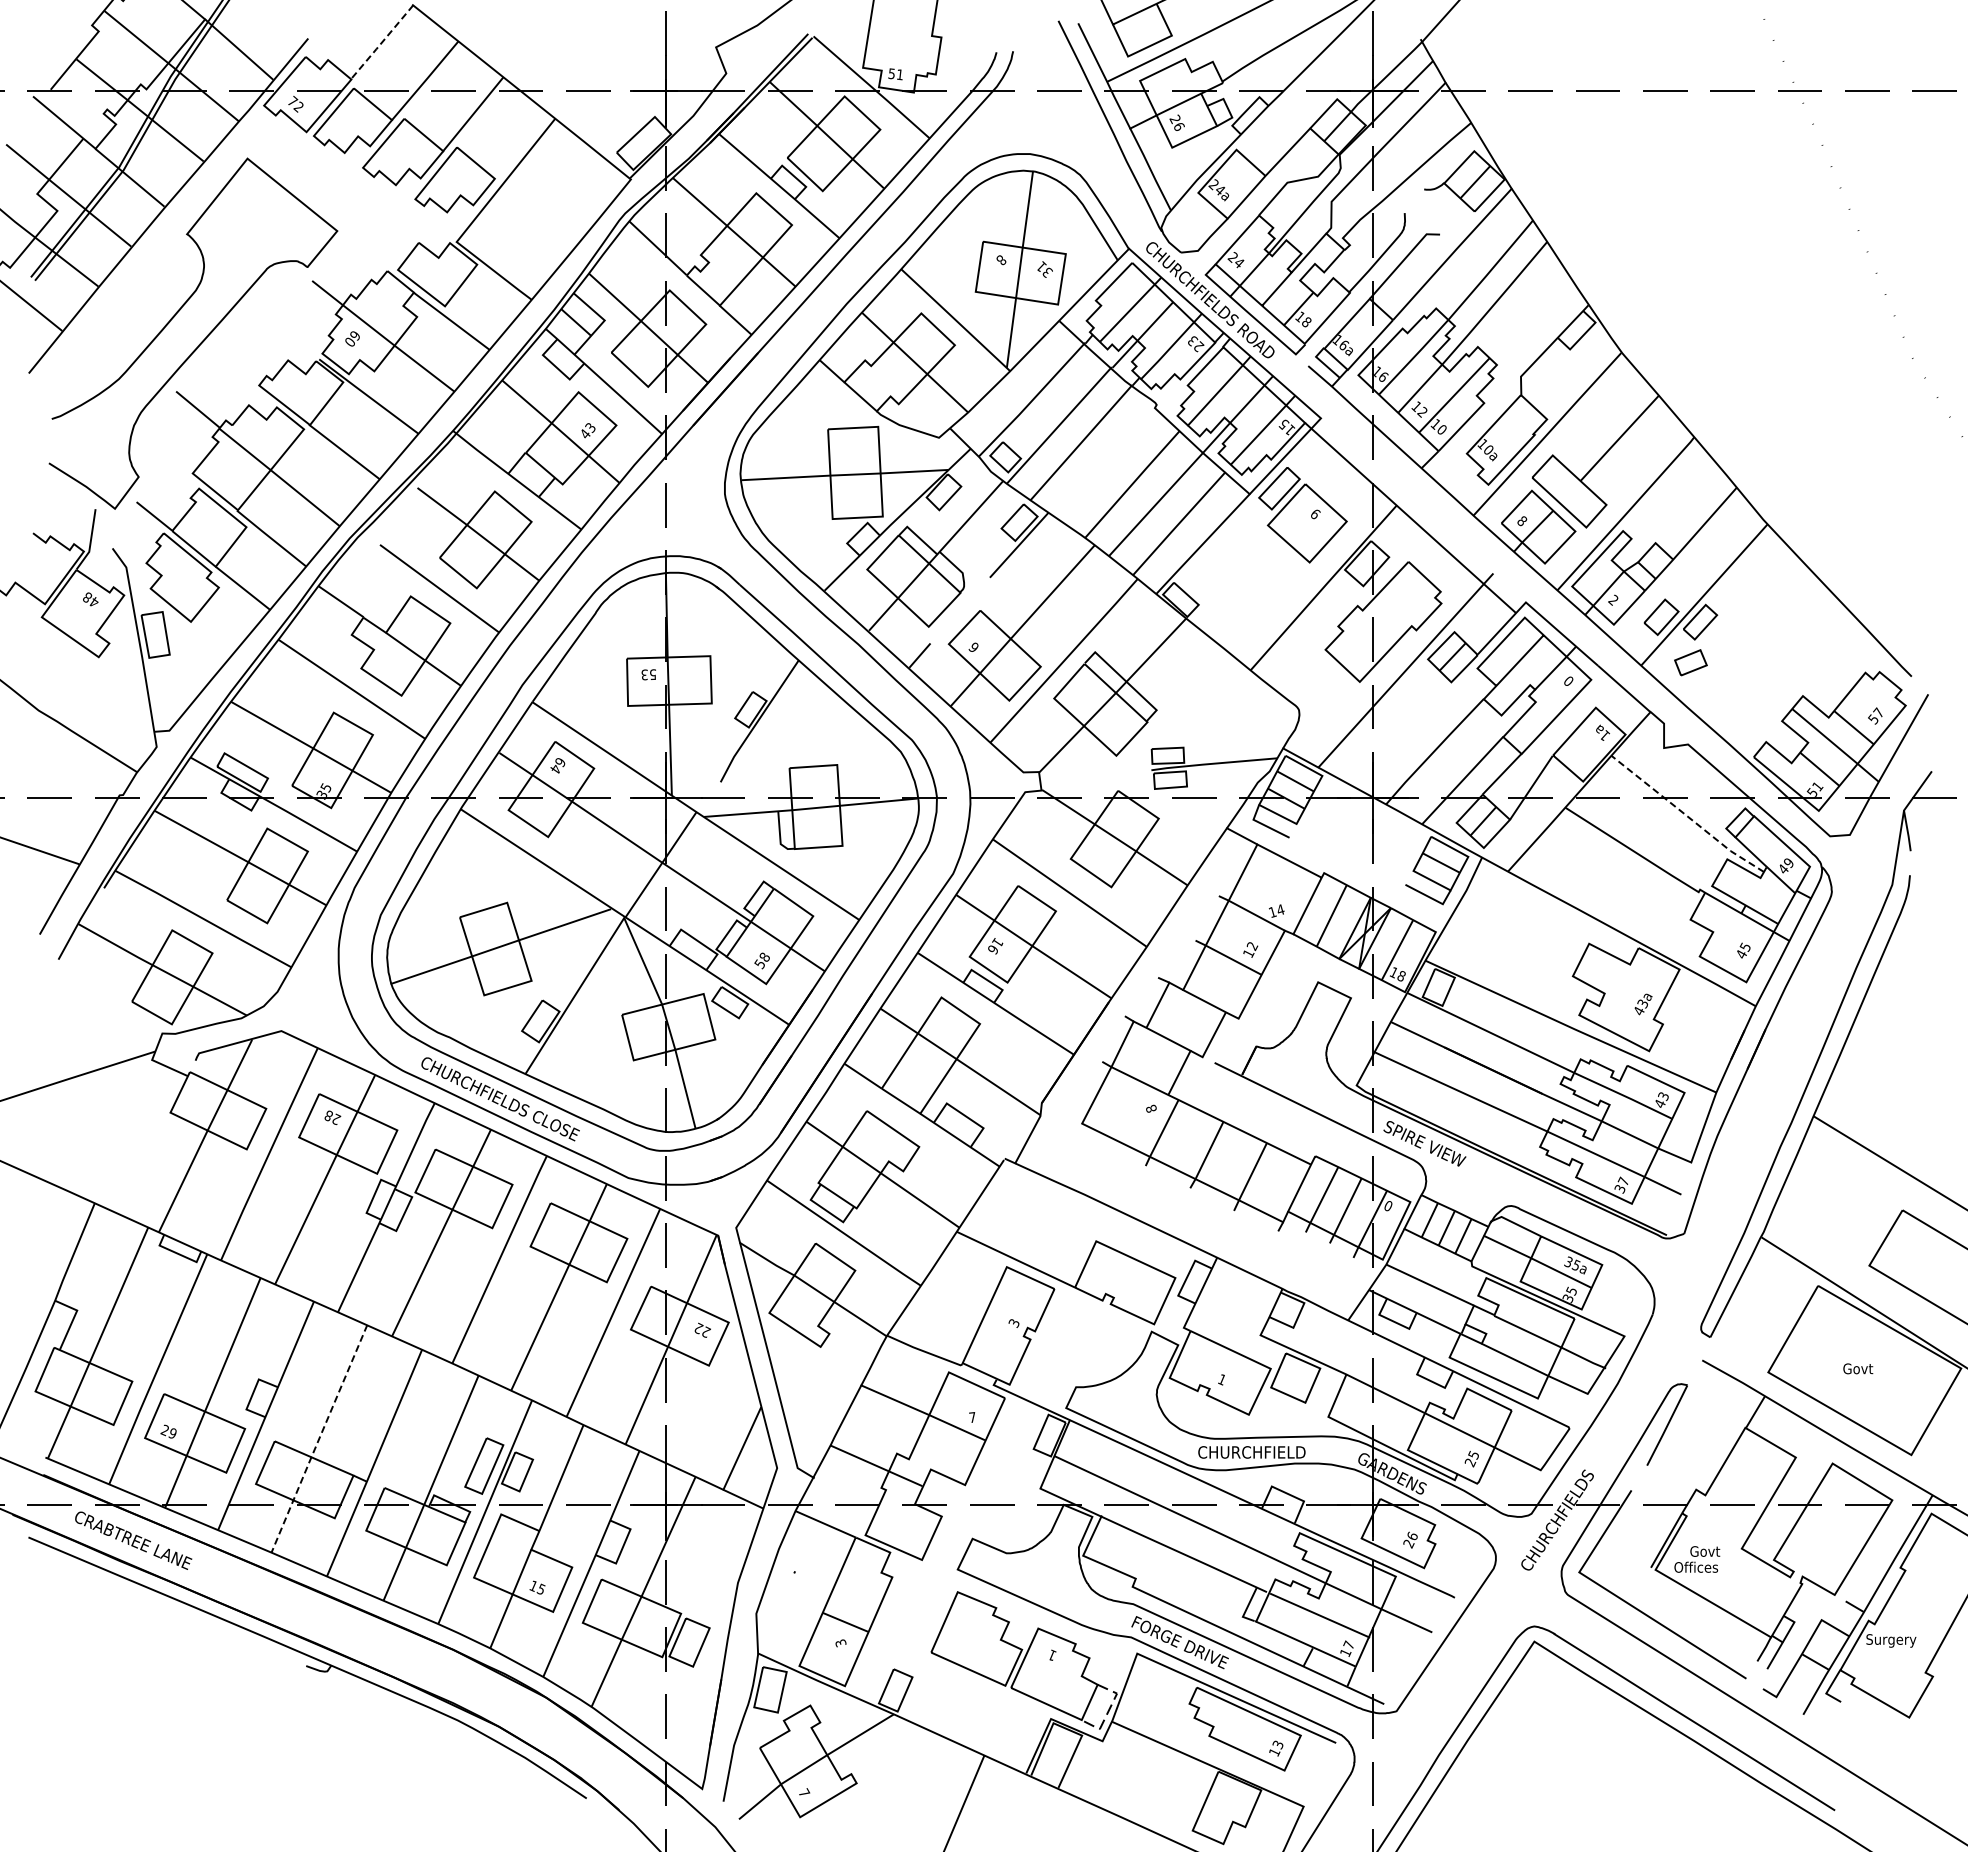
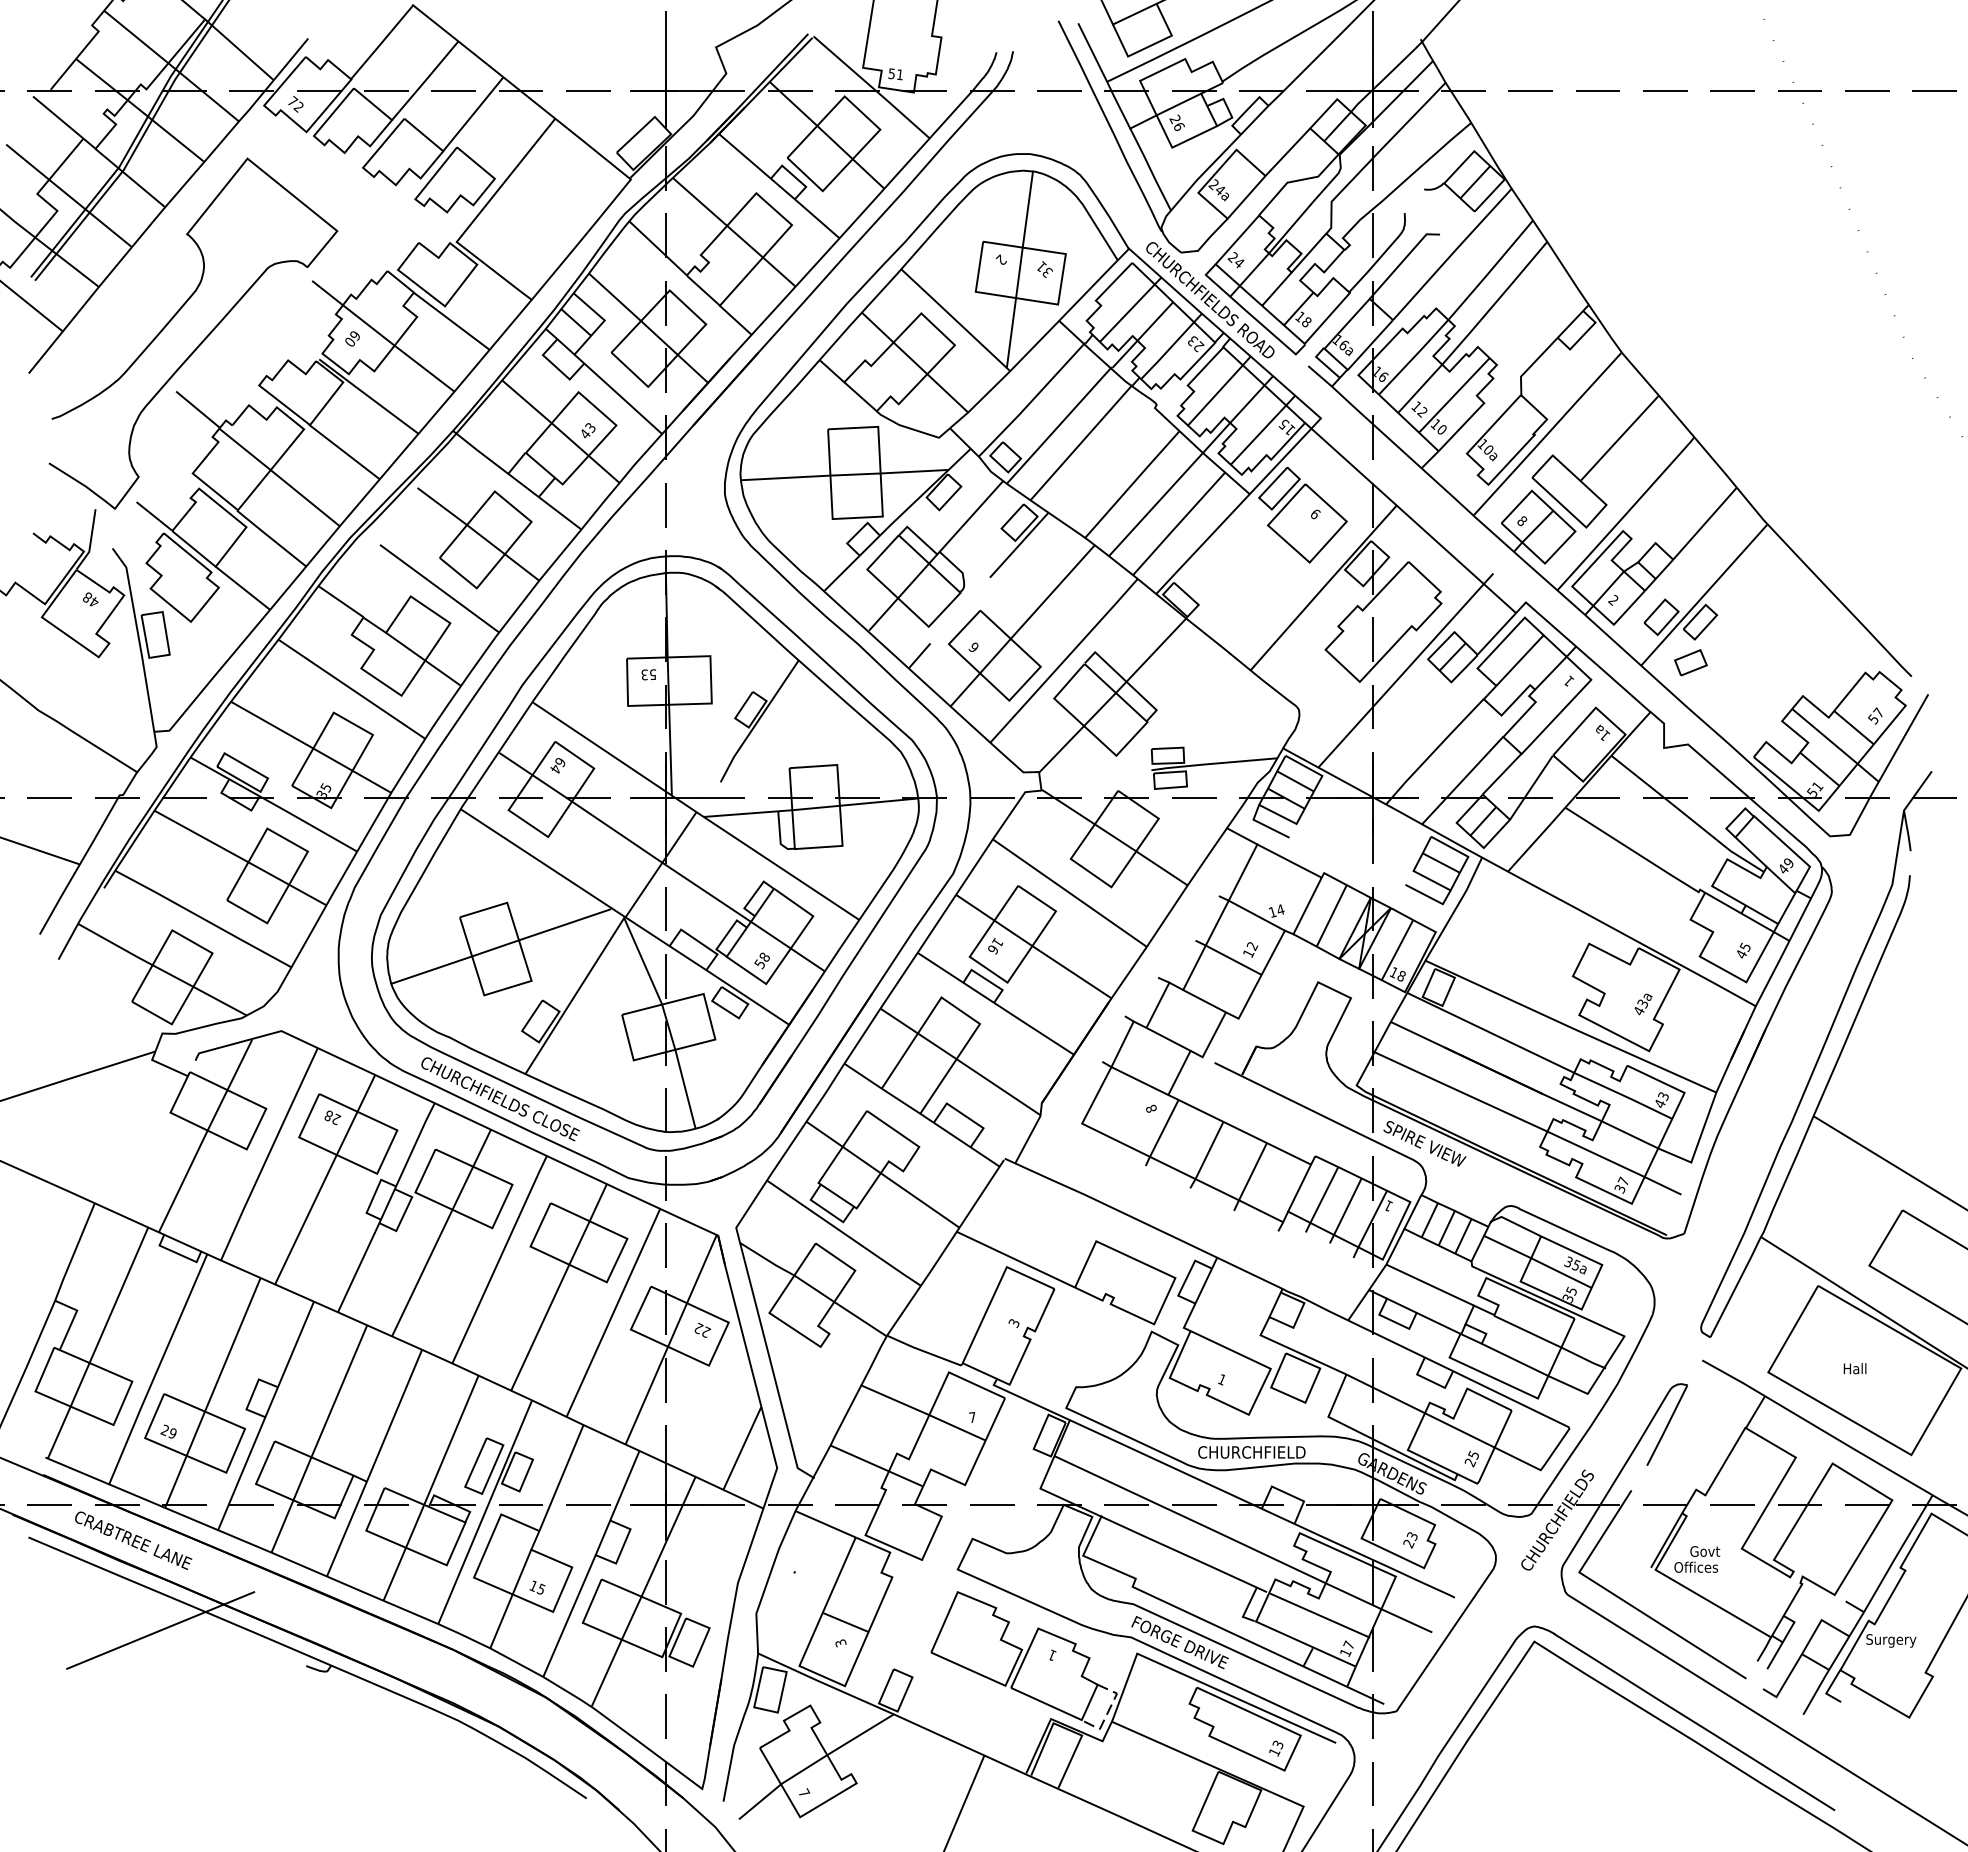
line at (381, 43): dashed -> solid
text at (1001, 259): 8 -> 2
text at (1568, 680): 0 -> 1
line at (1686, 815): dashed -> solid
text at (1388, 1205): 0 -> 1
text at (1858, 1368): Govt -> Hall
line at (318, 1439): dashed -> solid
text at (1411, 1535): 26 -> 23
line at (160, 1630): none -> present
